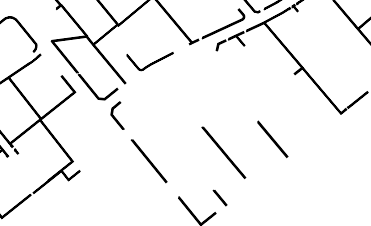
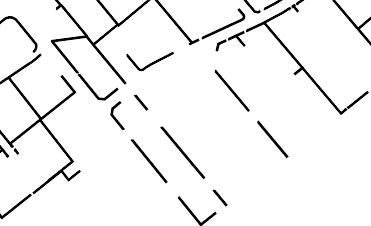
line at (231, 90): none -> present
line at (141, 102): none -> present
line at (223, 152) position: (223, 152) -> (182, 152)
